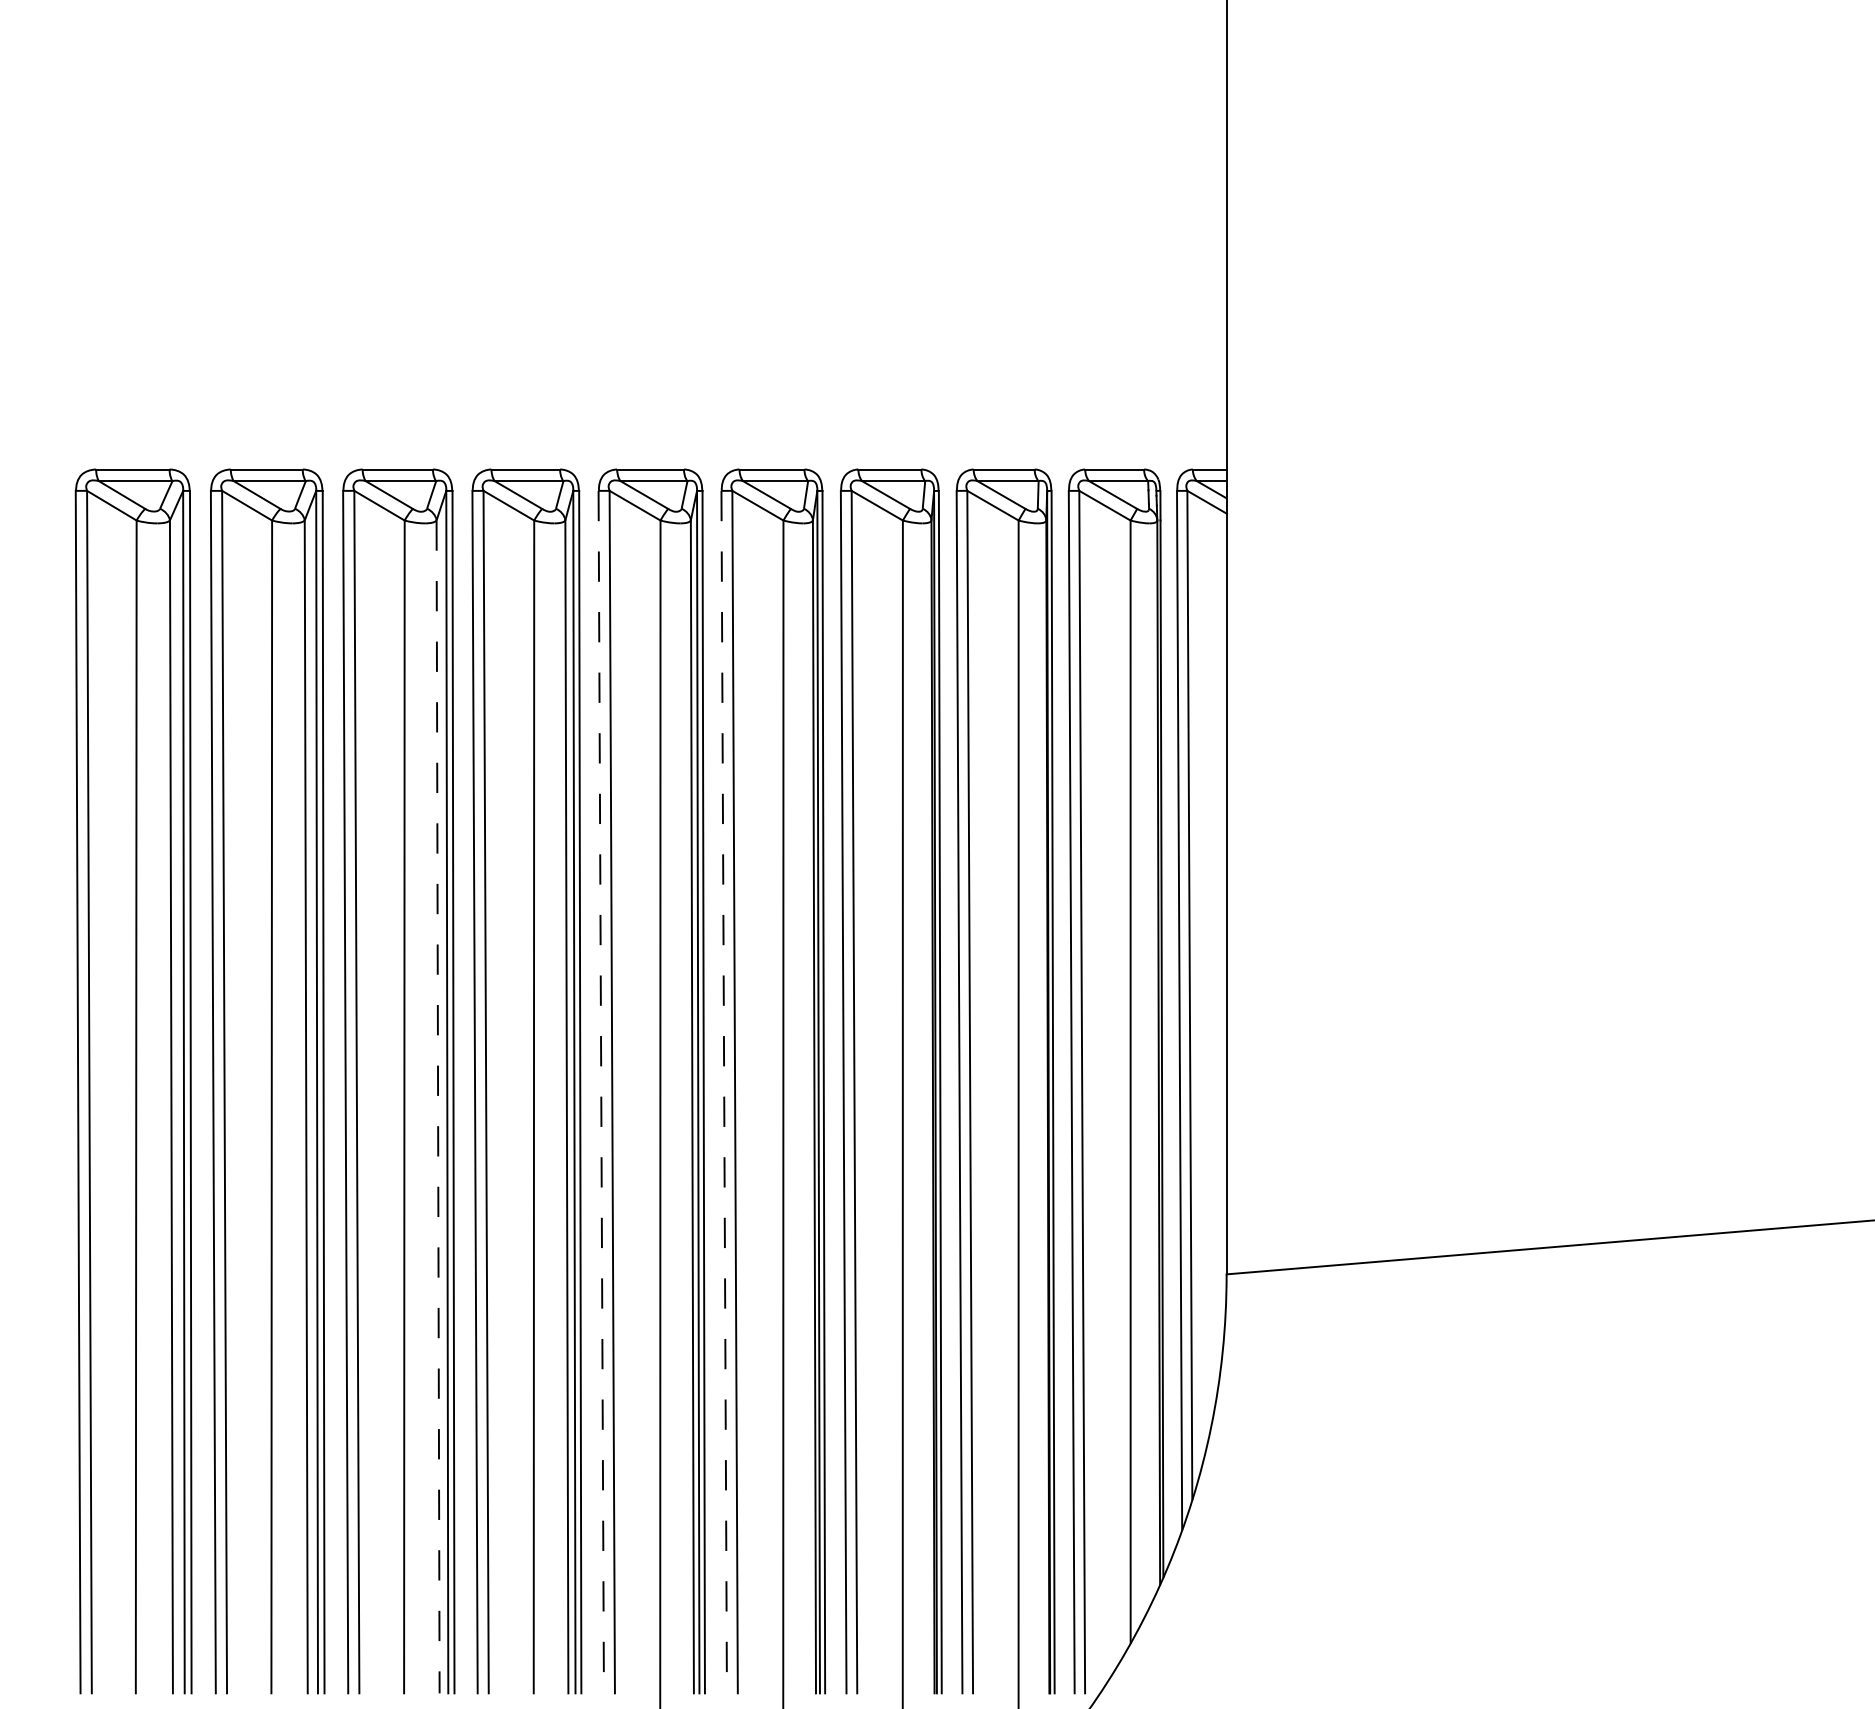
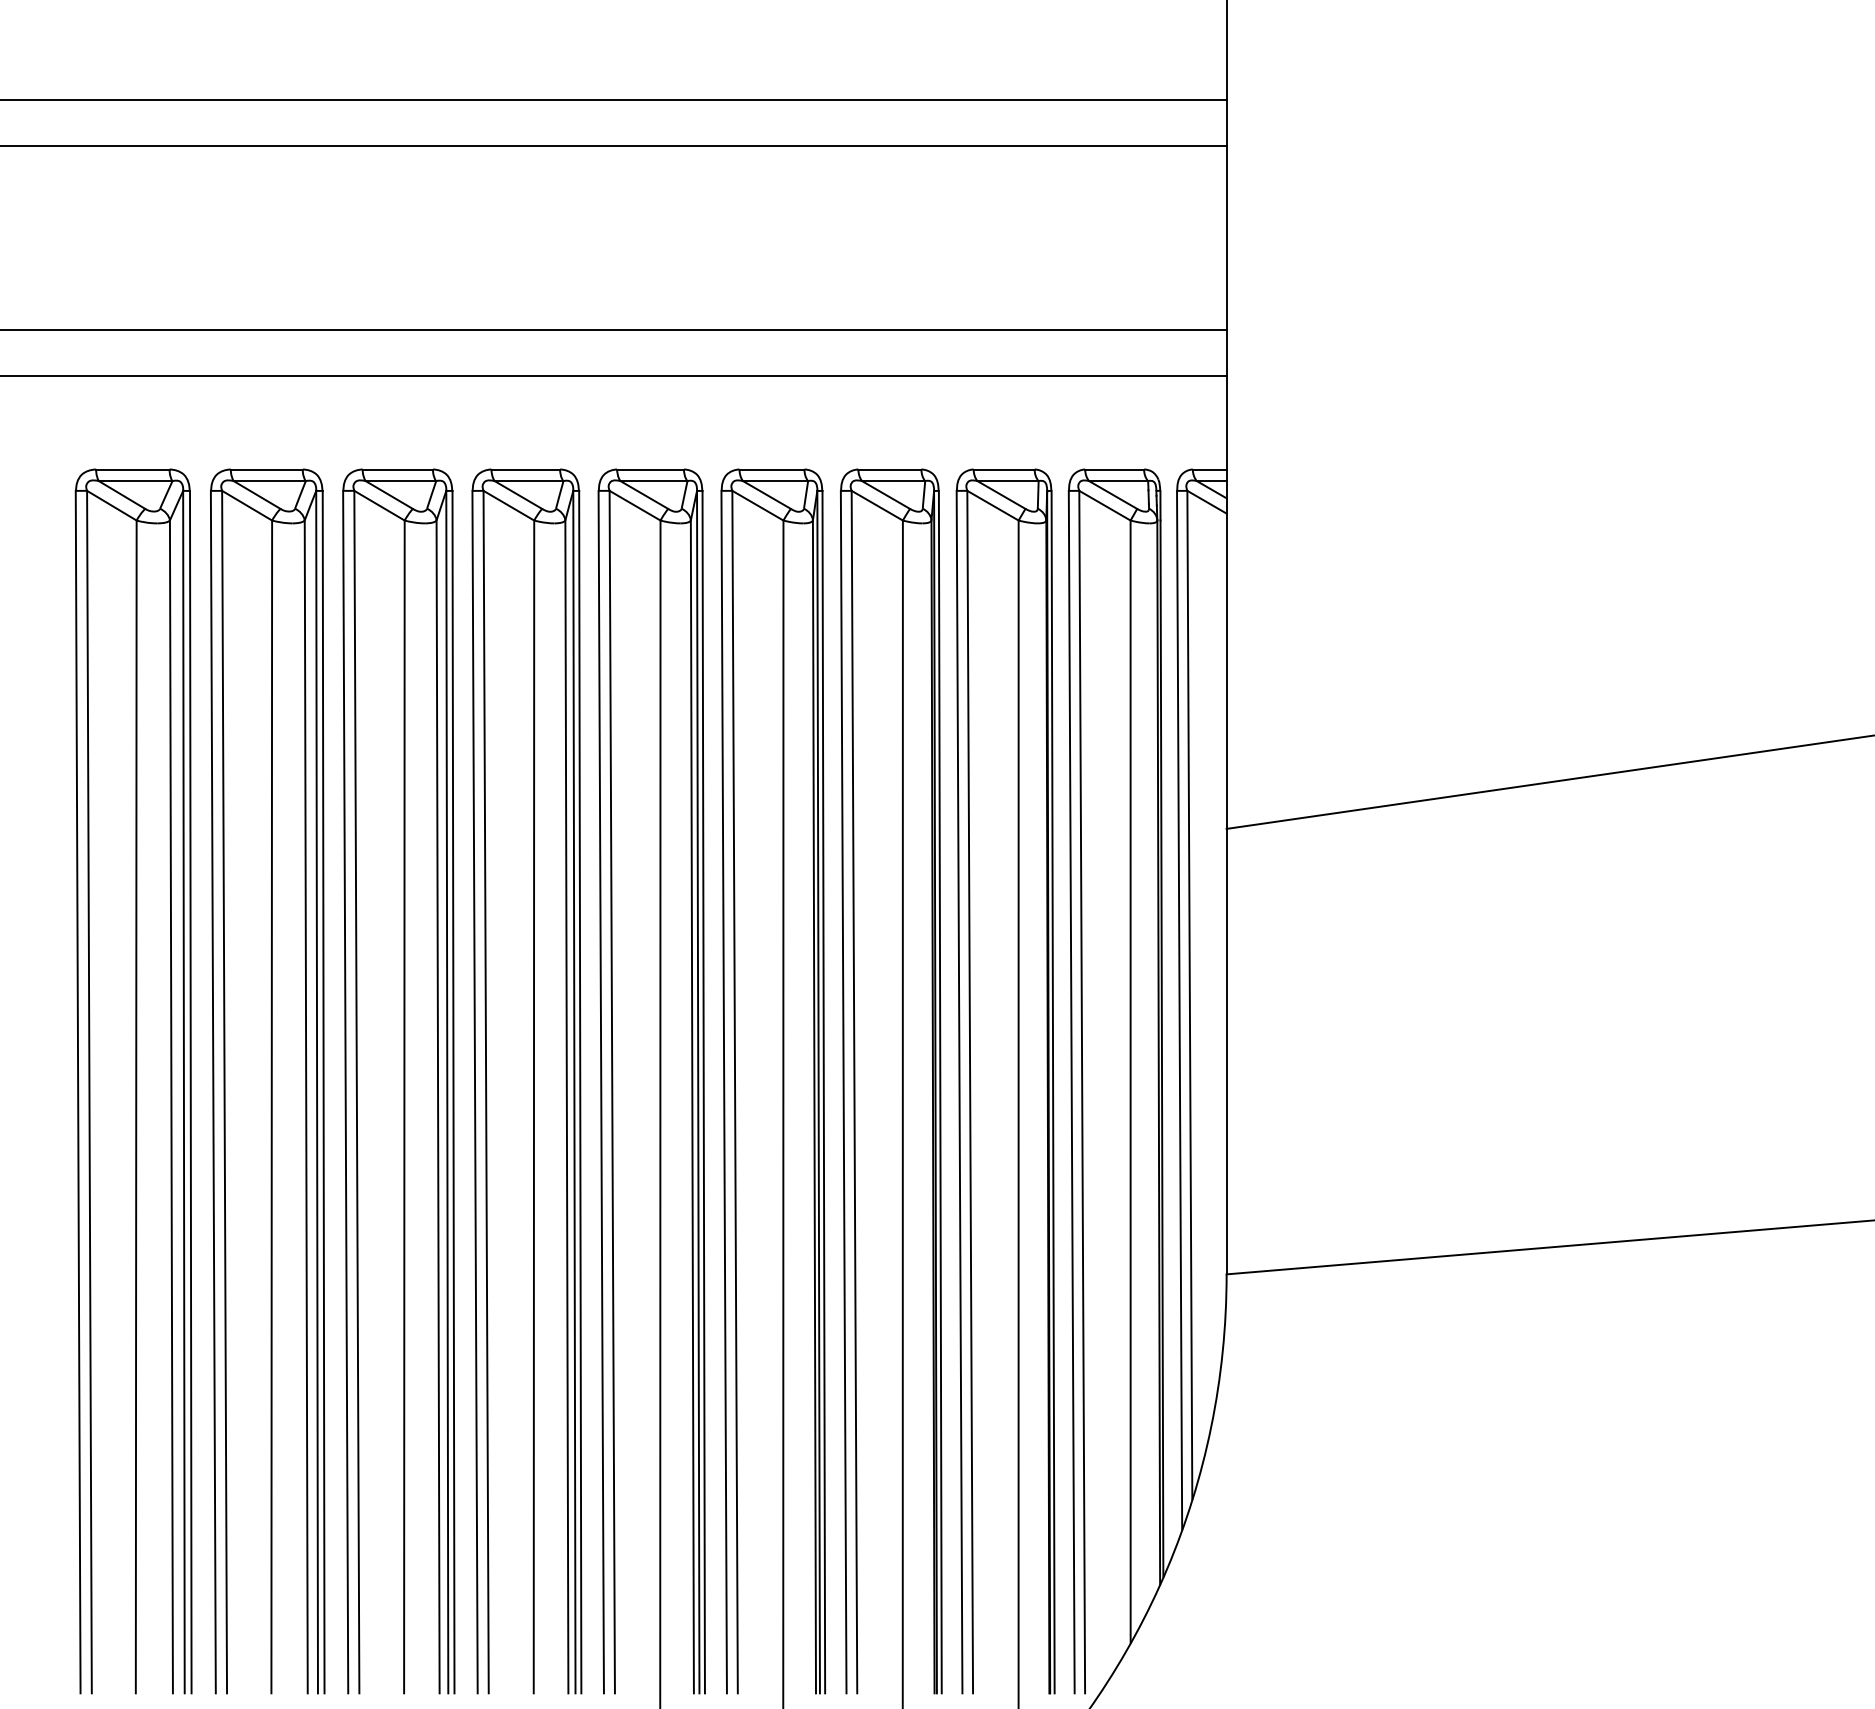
line at (614, 100): none -> present
line at (614, 145): none -> present
line at (614, 330): none -> present
line at (614, 375): none -> present
line at (1548, 781): none -> present
line at (601, 1092): dashed -> solid
line at (724, 1092): dashed -> solid
line at (438, 1107): dashed -> solid
